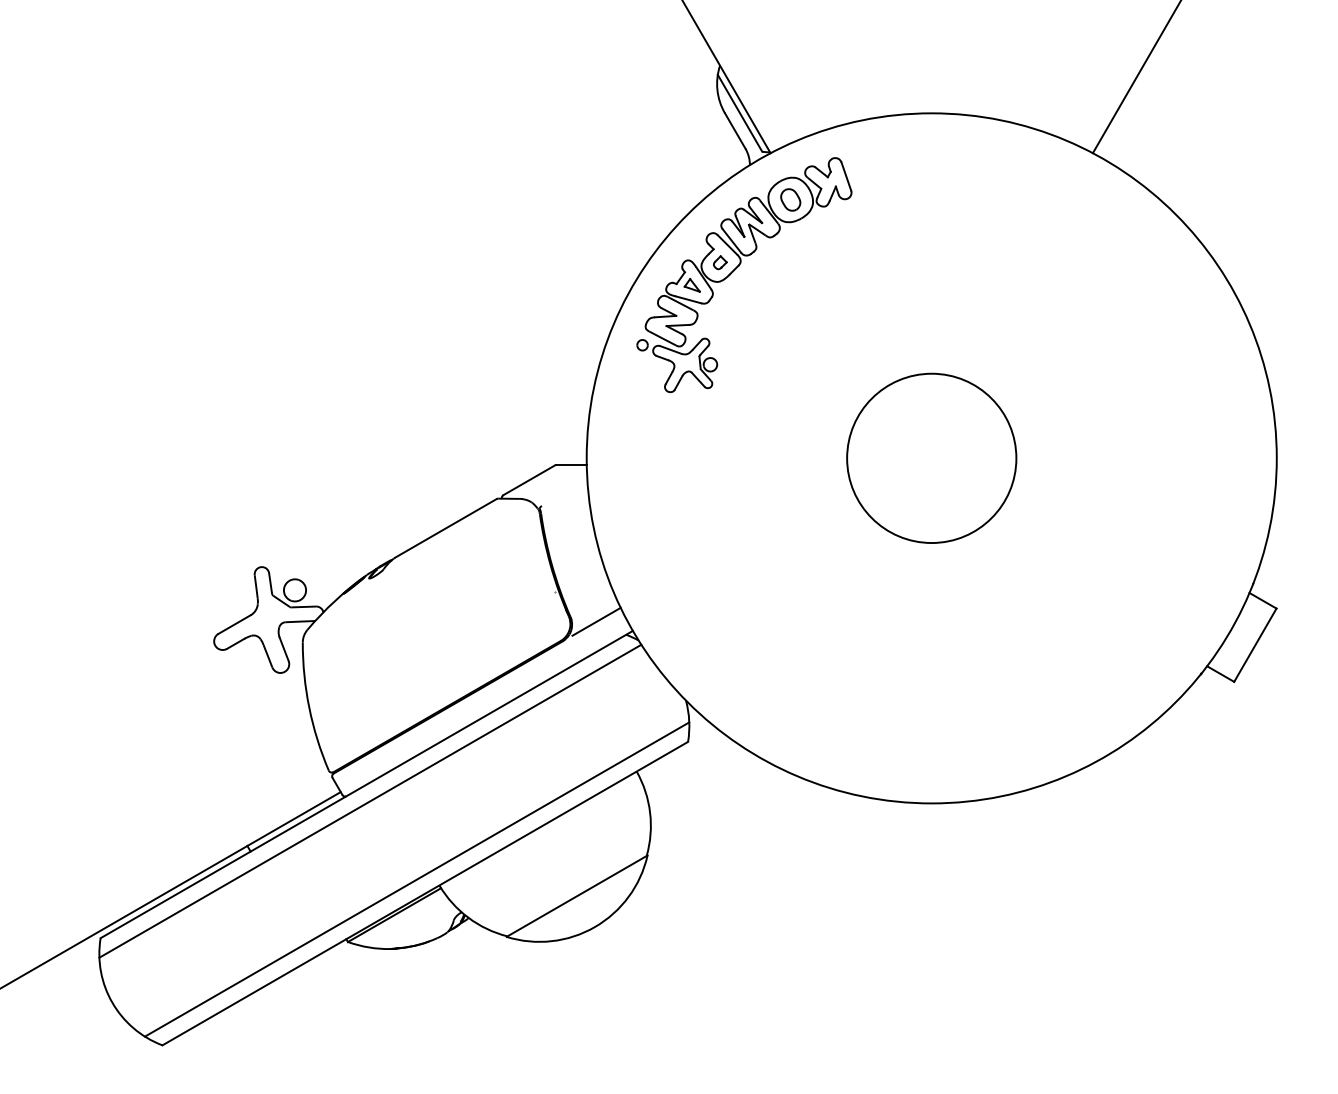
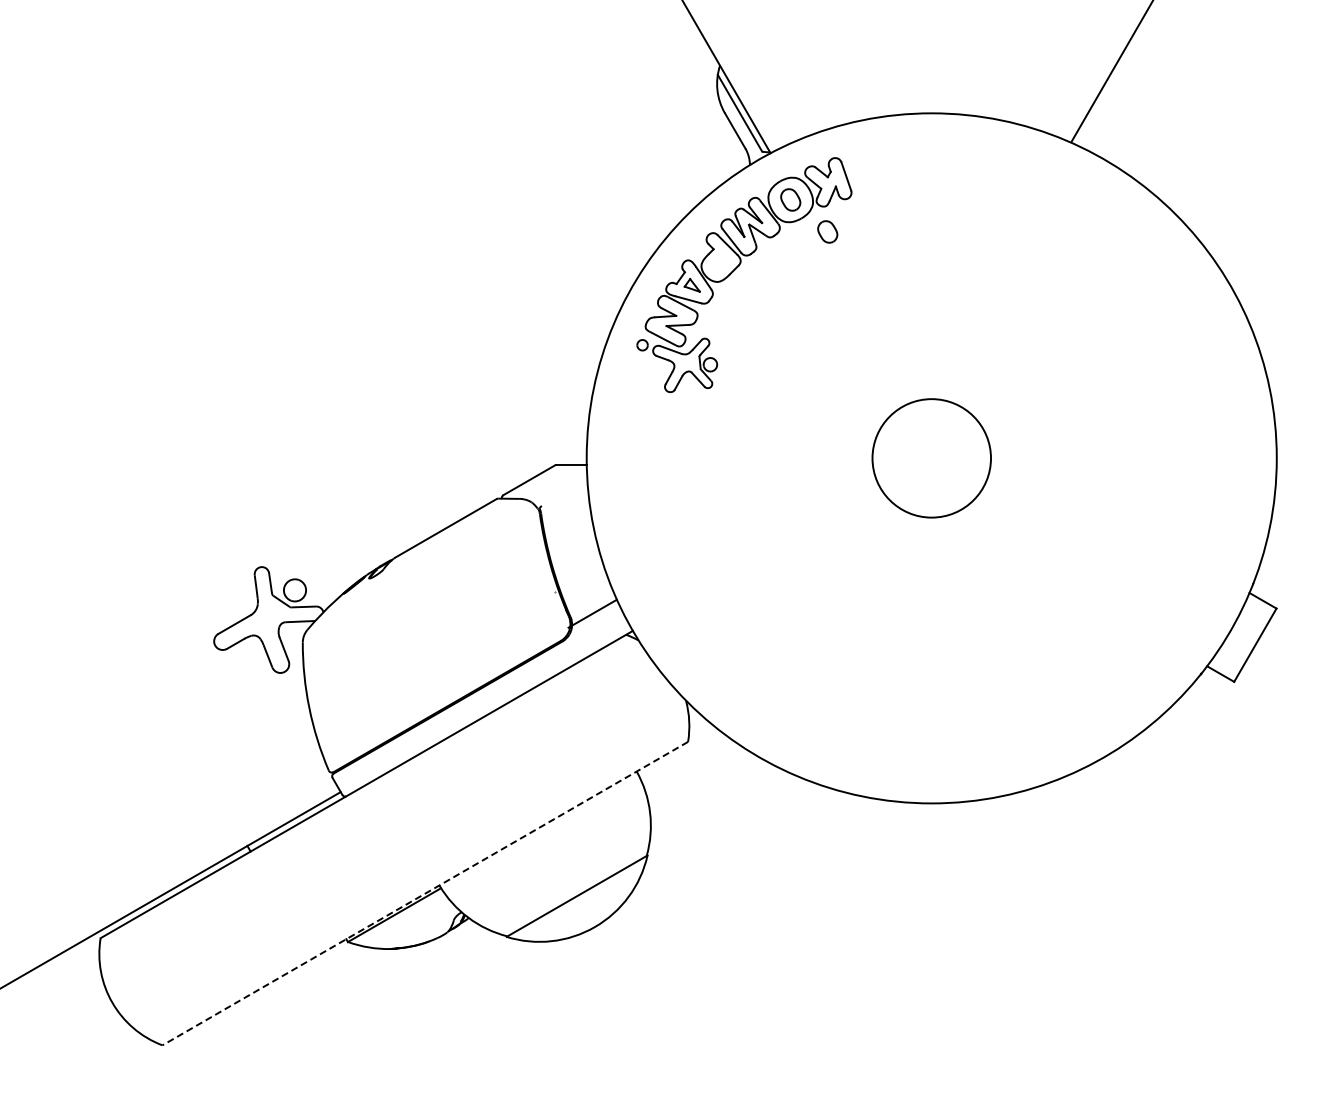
line at (1135, 77) position: (1135, 77) -> (1111, 71)
part at (827, 231): none -> present
part at (720, 262): present -> none
circle at (931, 458) diameter: 169 px -> 118 px
line at (596, 621) position: (596, 621) -> (592, 613)
line at (370, 800): present -> none
line at (416, 879): present -> none
line at (424, 893): solid -> dashed
